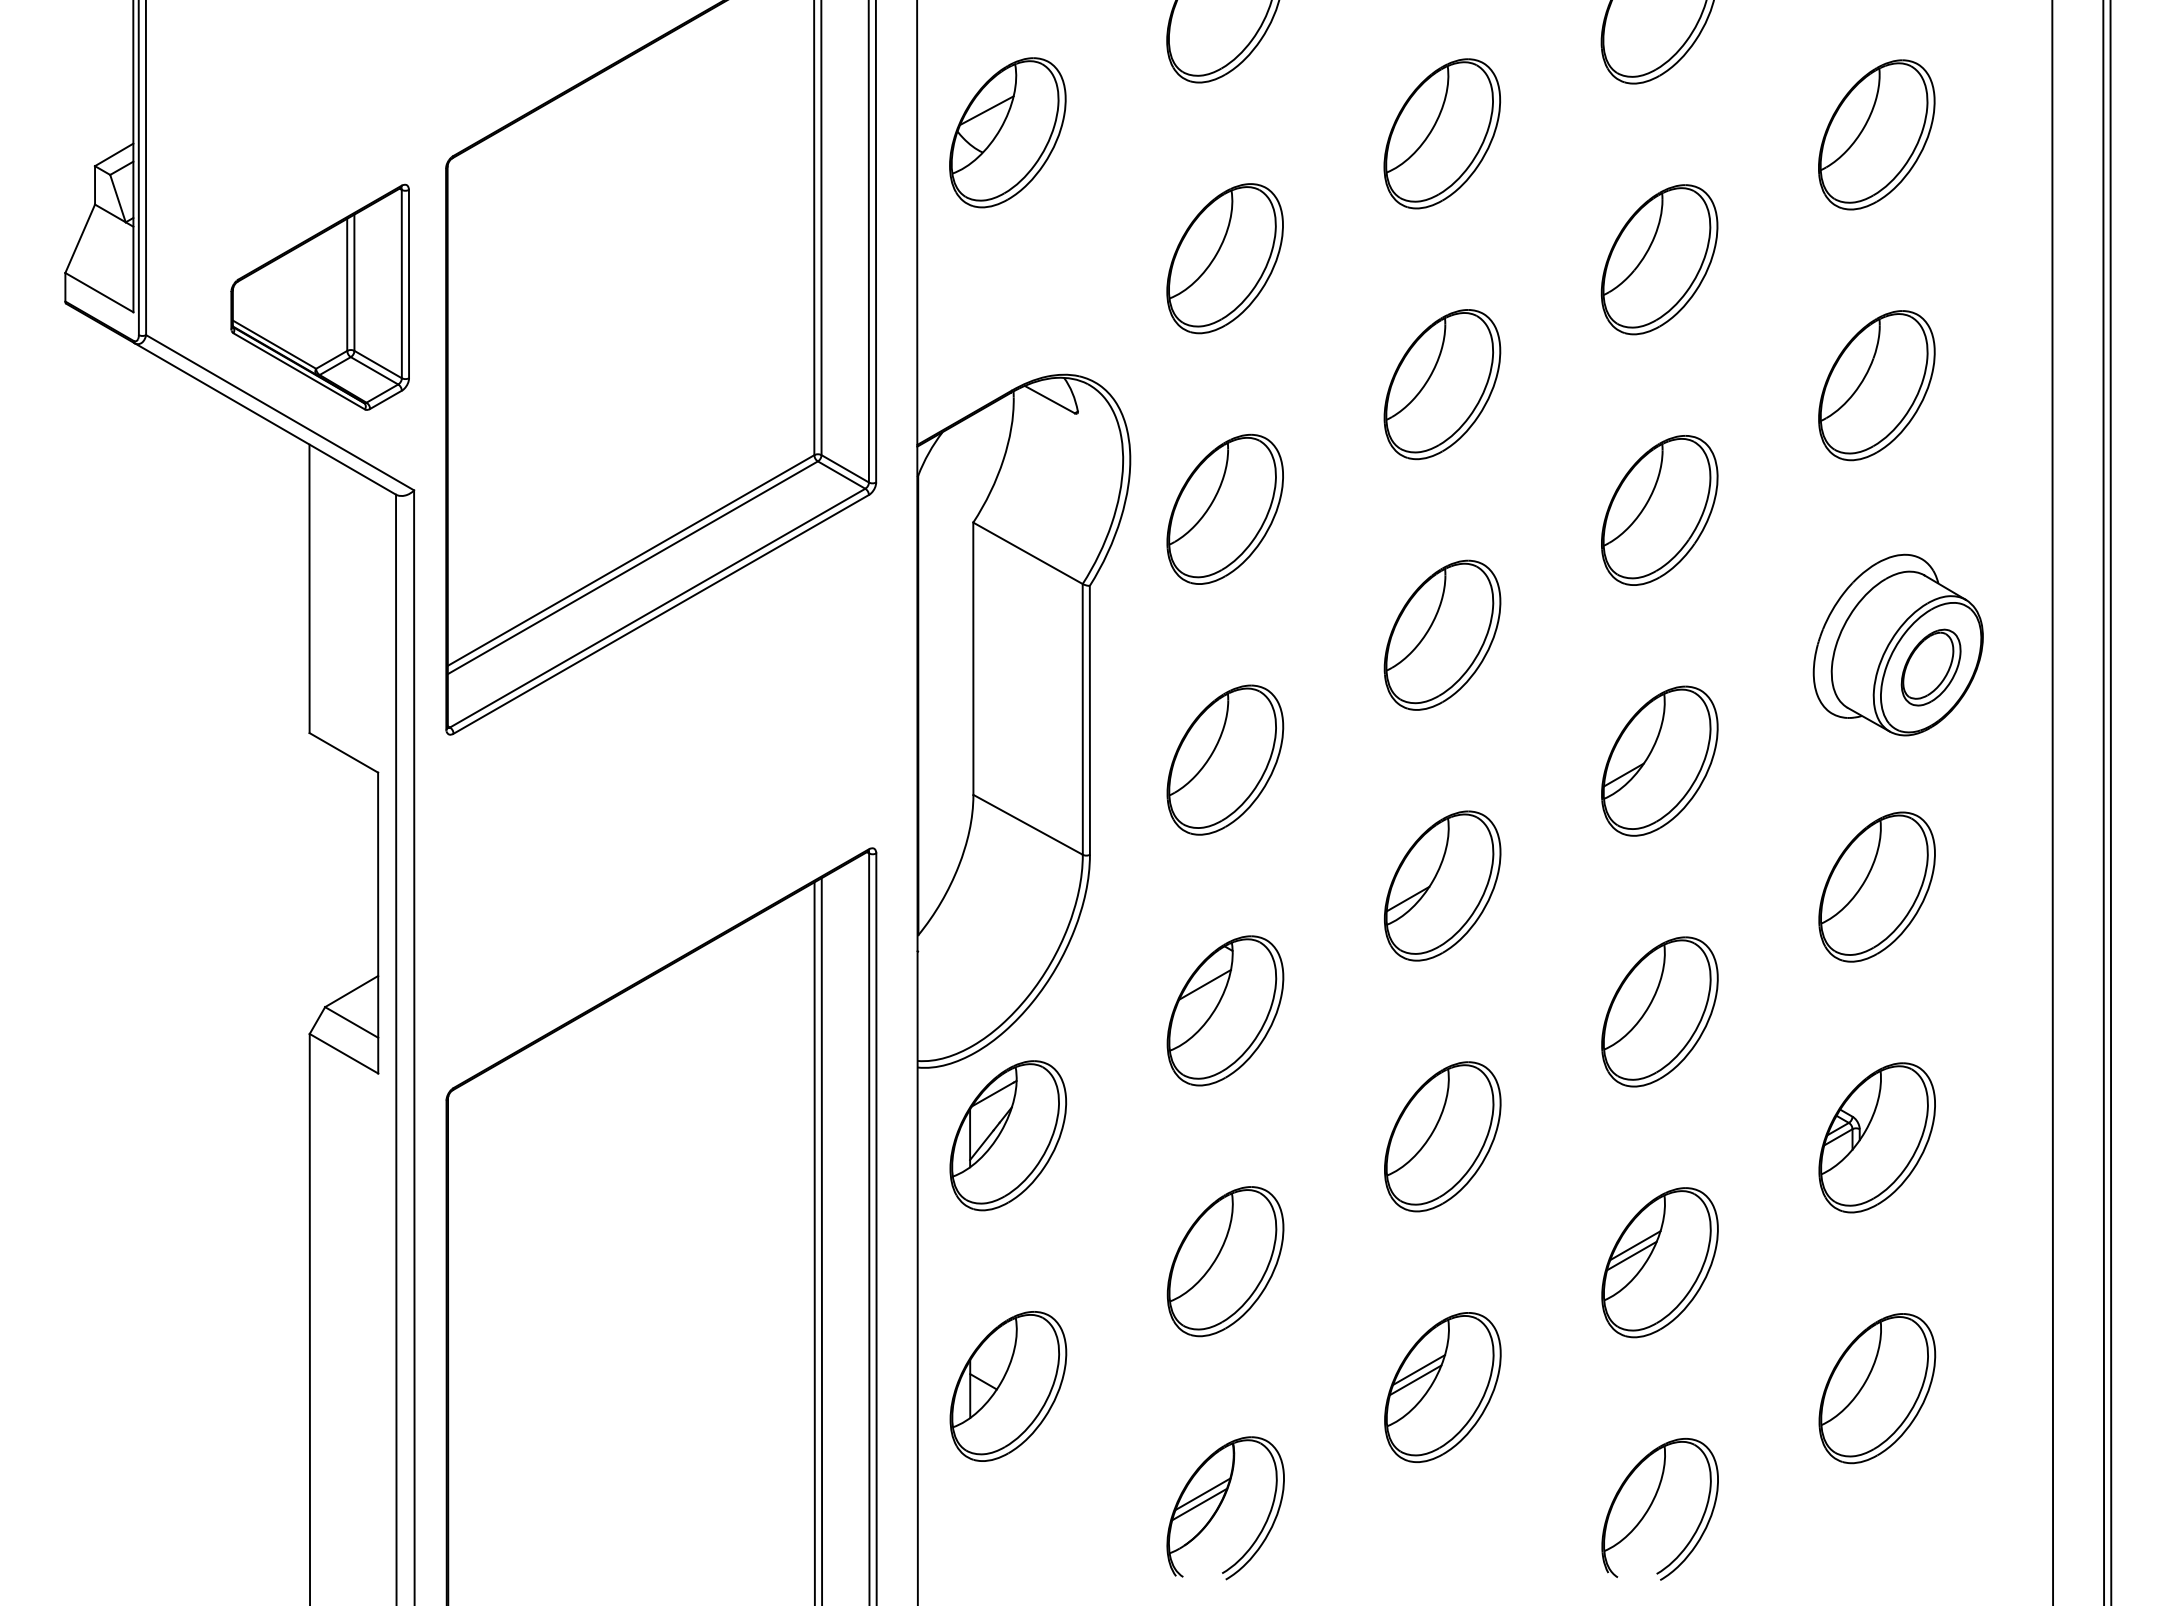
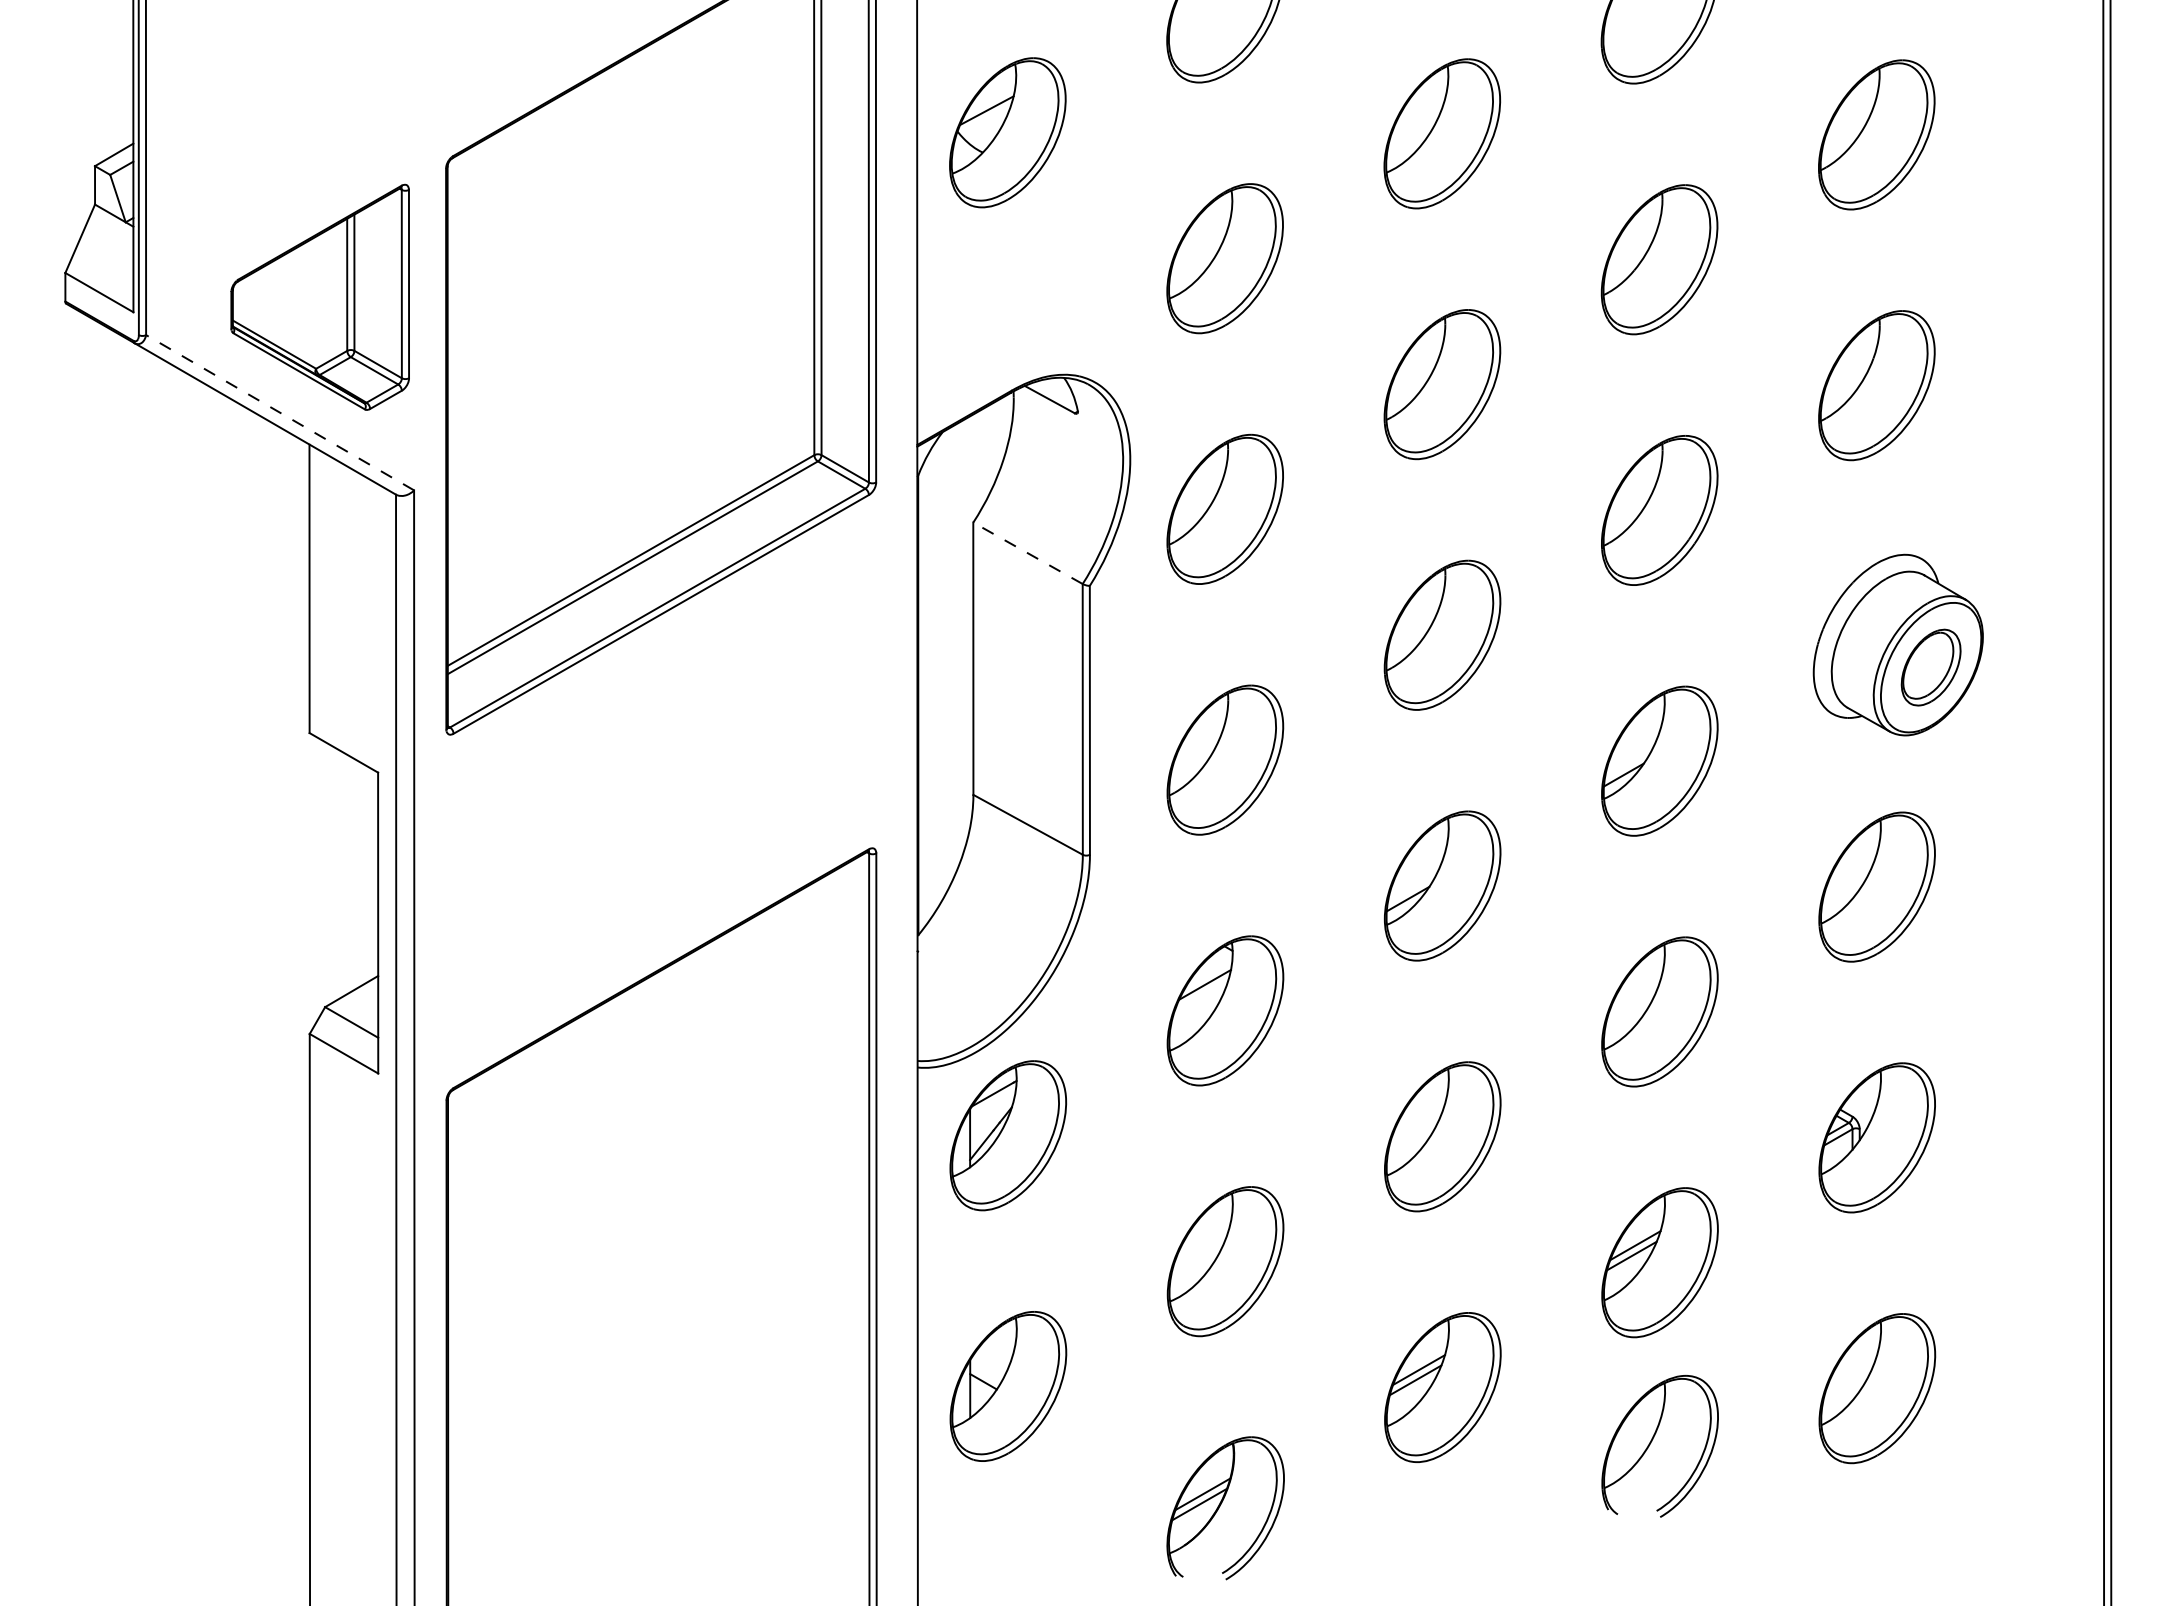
line at (280, 412): solid -> dashed
line at (1028, 553): solid -> dashed
line at (2052, 802): present -> none
line at (821, 1240): present -> none
line at (814, 1242): present -> none
part at (1651, 1506) position: (1651, 1506) -> (1651, 1443)
